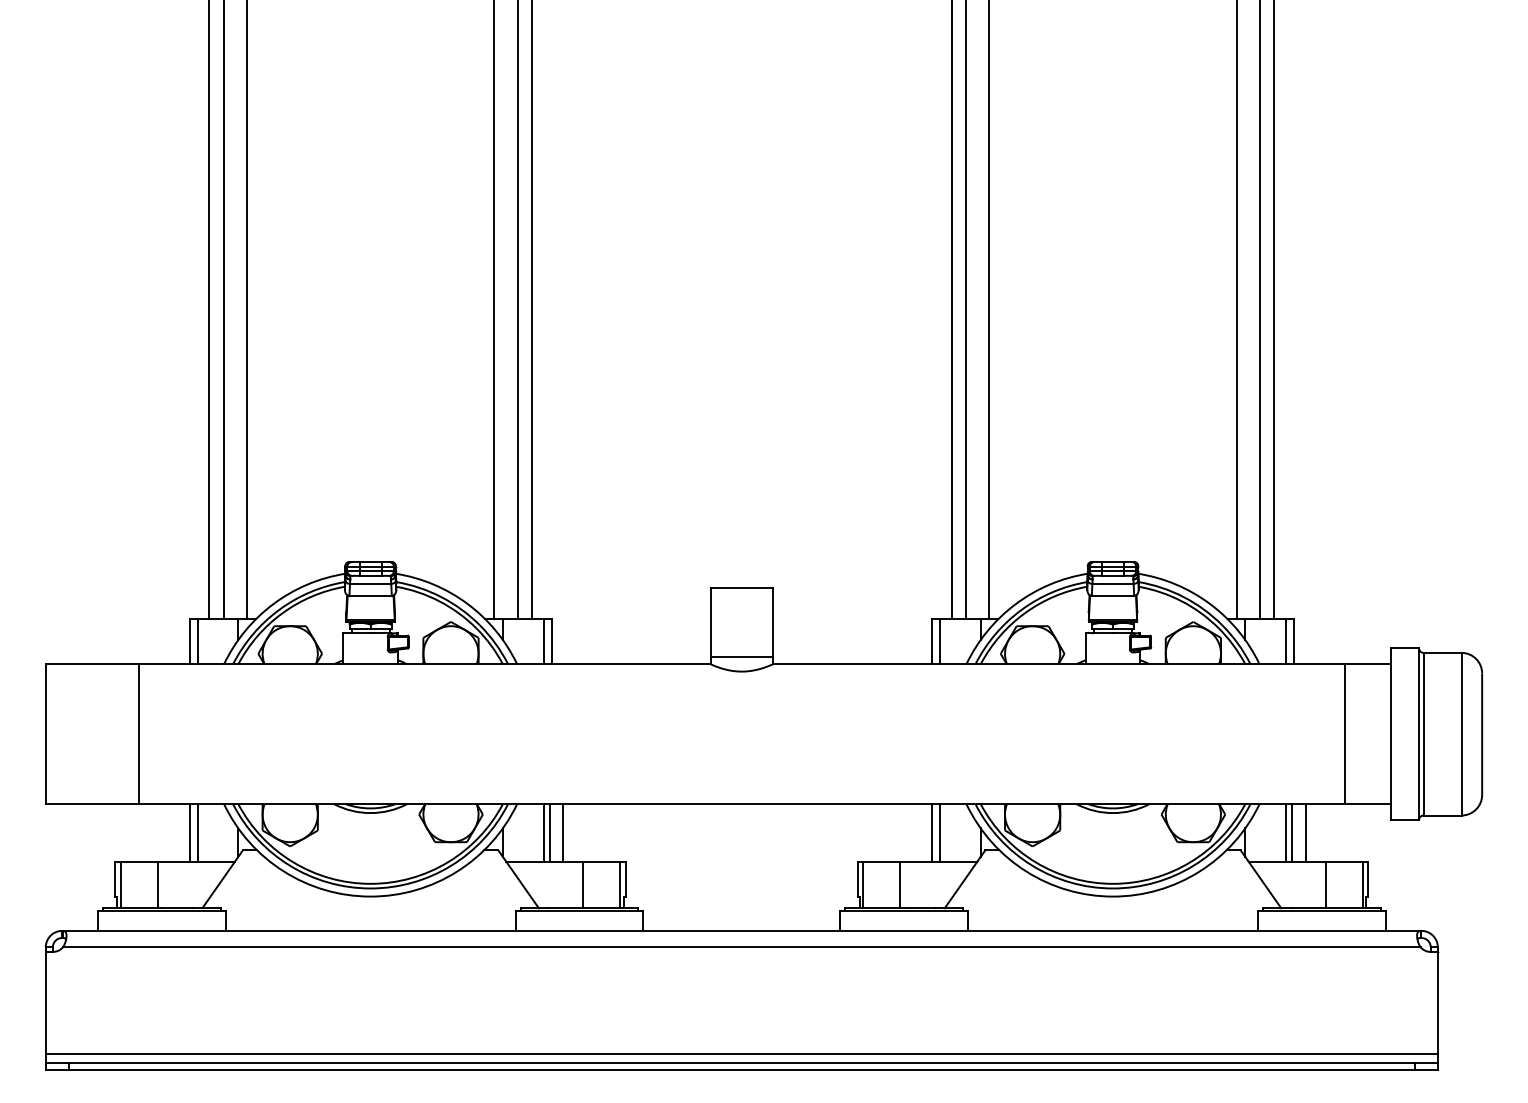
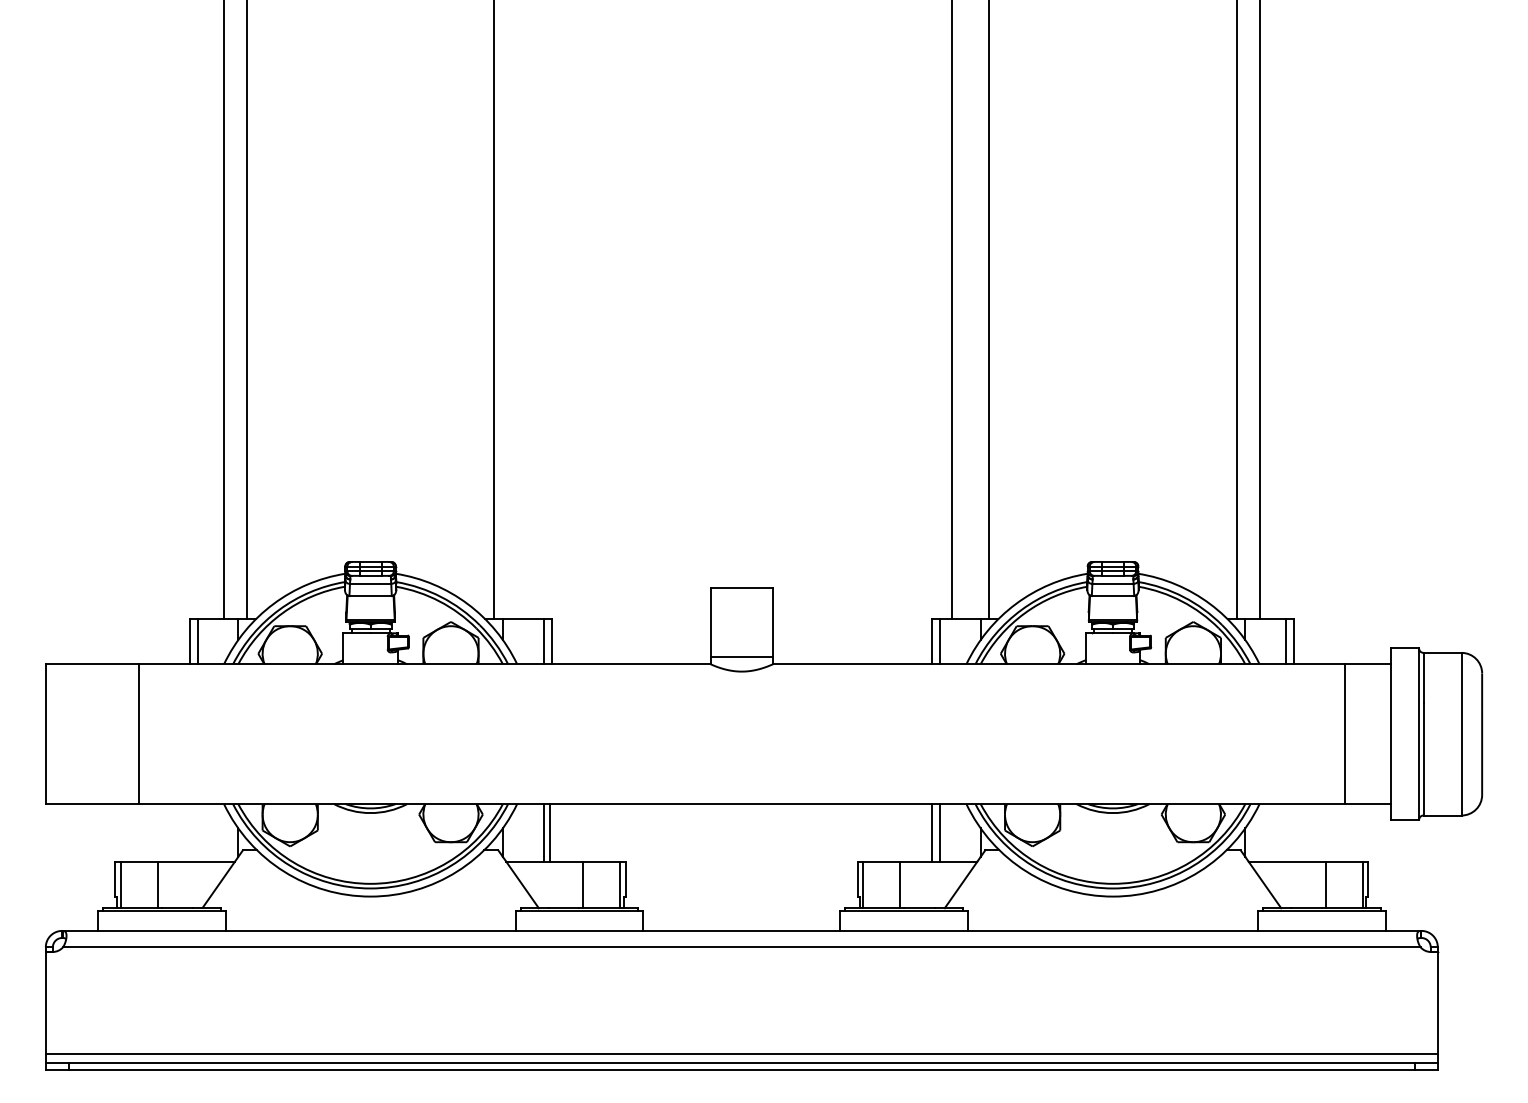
line at (209, 310): present -> none
line at (517, 310): present -> none
line at (531, 310): present -> none
line at (966, 310): present -> none
line at (1274, 310): present -> none
line at (189, 832): present -> none
line at (197, 832): present -> none
line at (563, 832): present -> none
line at (1285, 832): present -> none
line at (1292, 832): present -> none
line at (1305, 832): present -> none
